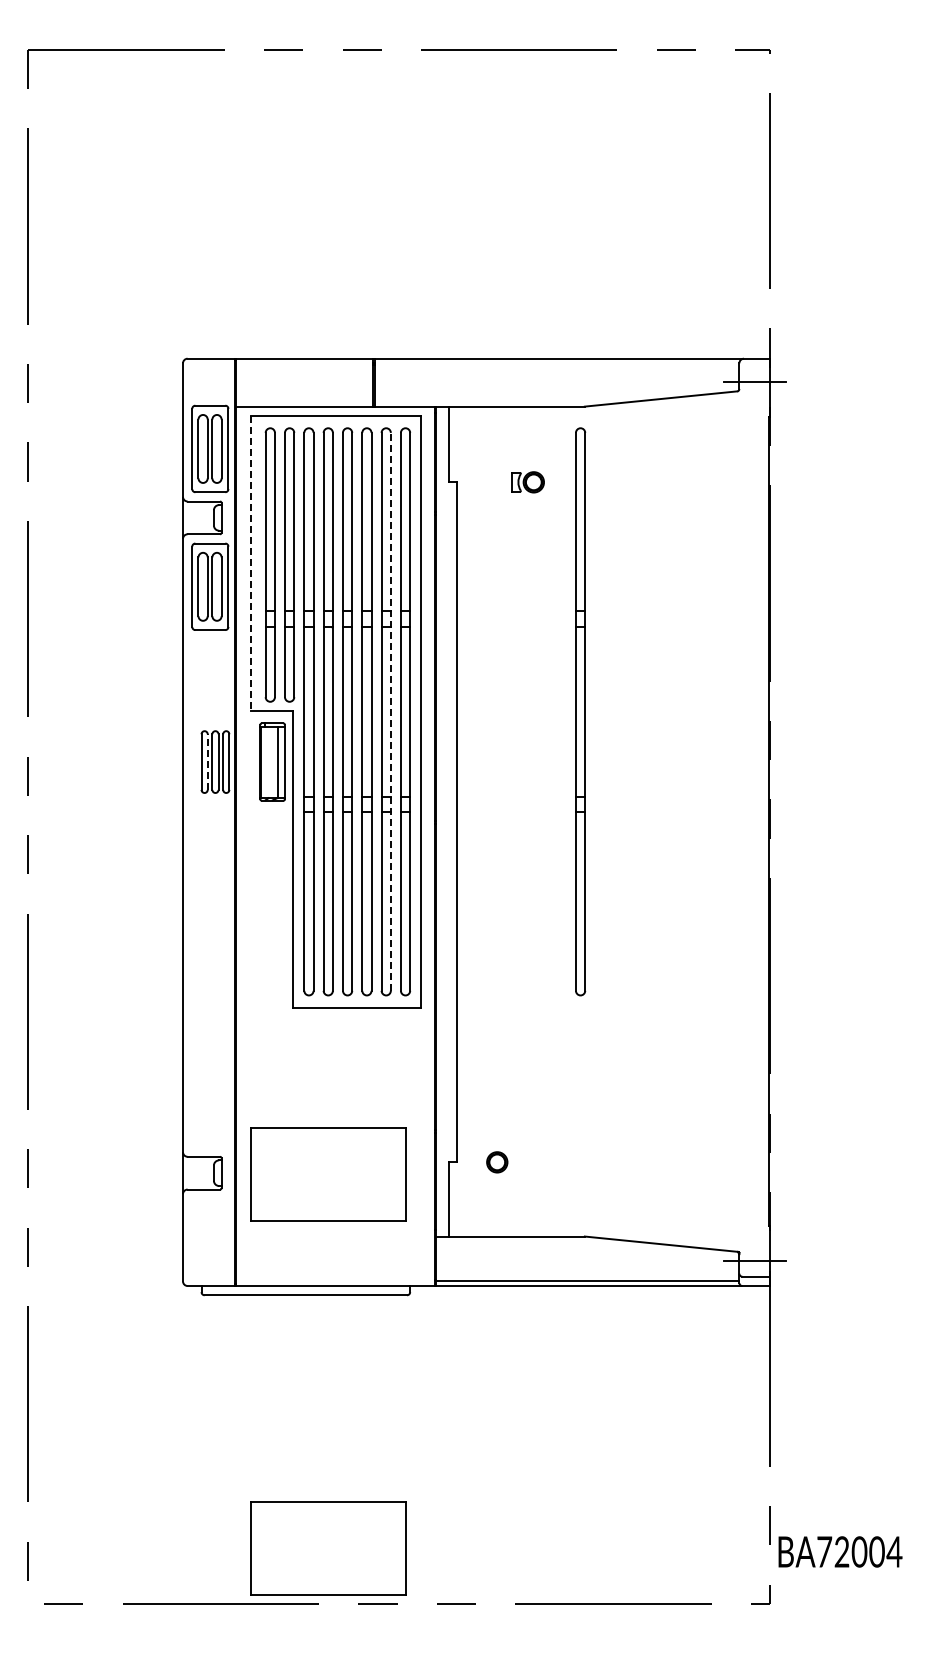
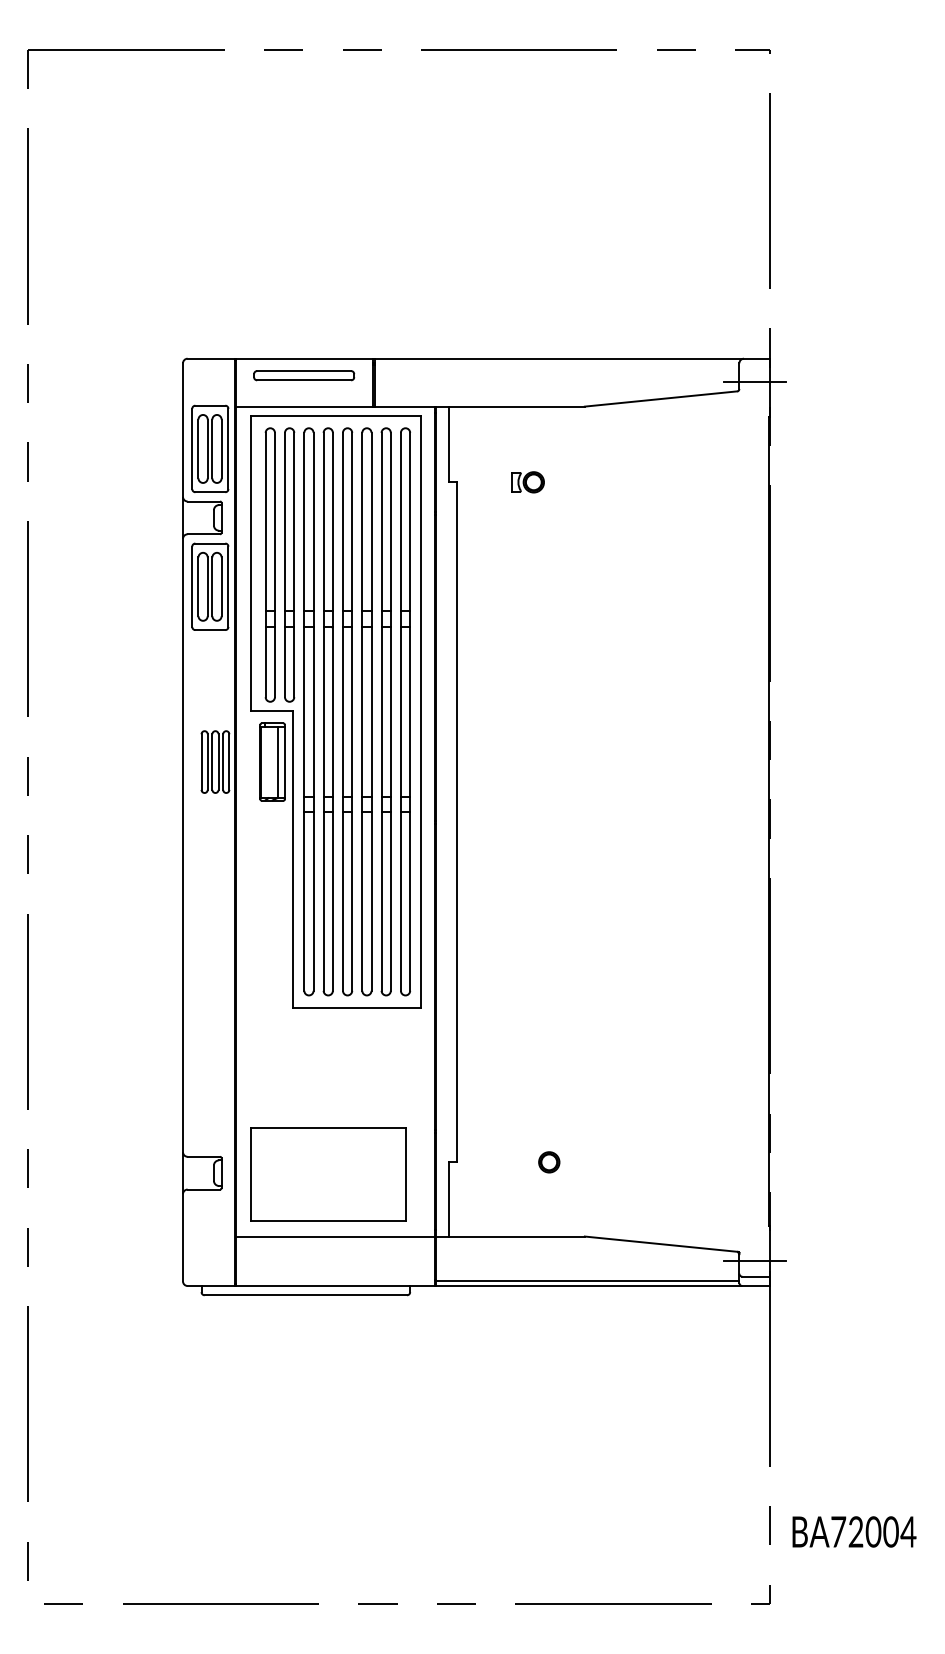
part at (304, 375): none -> present
line at (251, 563): dashed -> solid
line at (390, 711): dashed -> solid
part at (580, 711): present -> none
line at (207, 762): dashed -> solid
part at (497, 1162) position: (497, 1162) -> (549, 1162)
line at (334, 1236): none -> present
part at (328, 1548): present -> none
text at (840, 1551) position: (840, 1551) -> (854, 1531)
